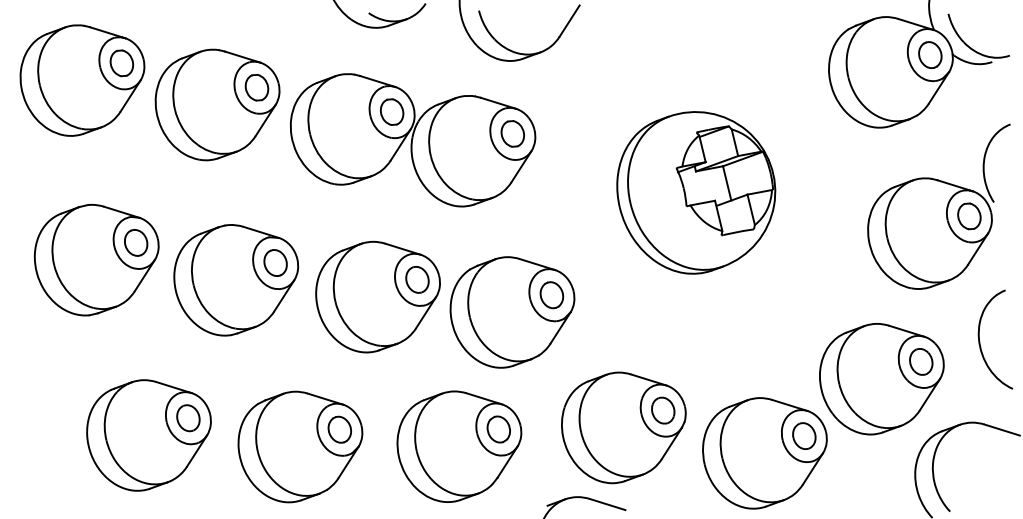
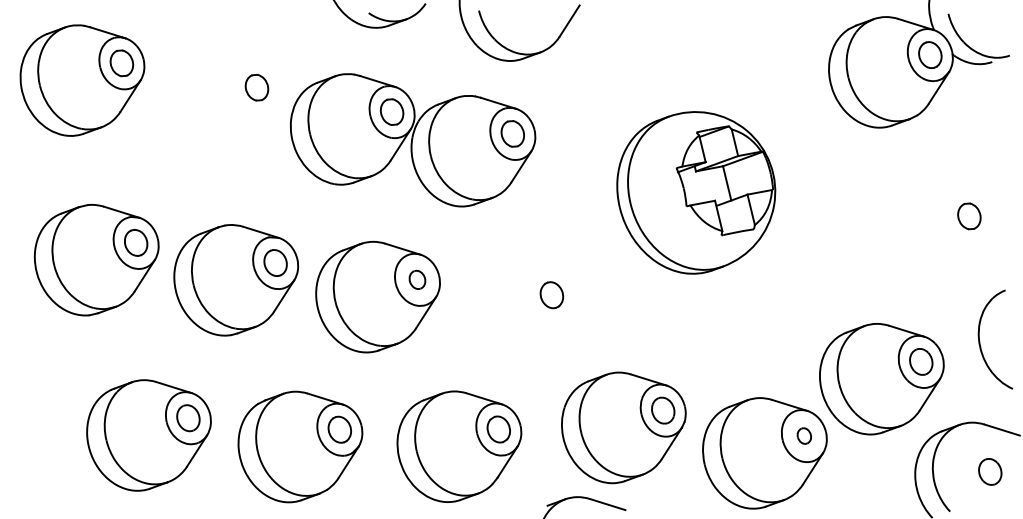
part at (217, 104): present -> none
part at (938, 206): present -> none
part at (417, 279) size: 25x28 px -> 19x21 px
part at (512, 312): present -> none
part at (804, 435) size: 25x28 px -> 16x18 px
part at (990, 471): none -> present
